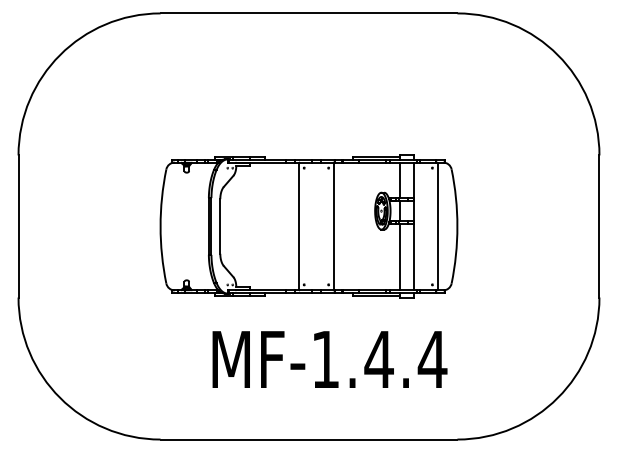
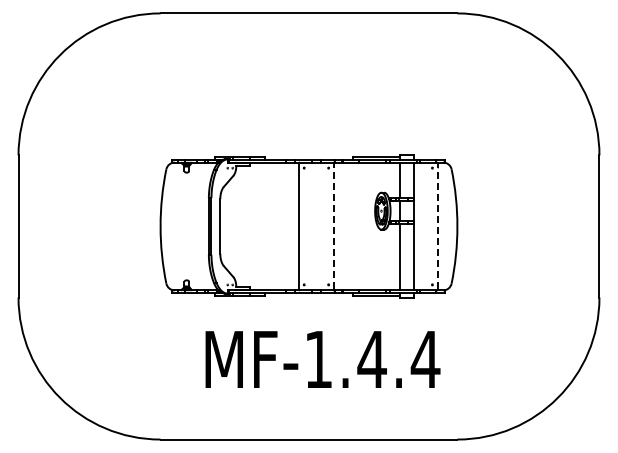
line at (334, 225): solid -> dashed
line at (438, 225): solid -> dashed
text at (329, 359) position: (329, 359) -> (322, 359)
